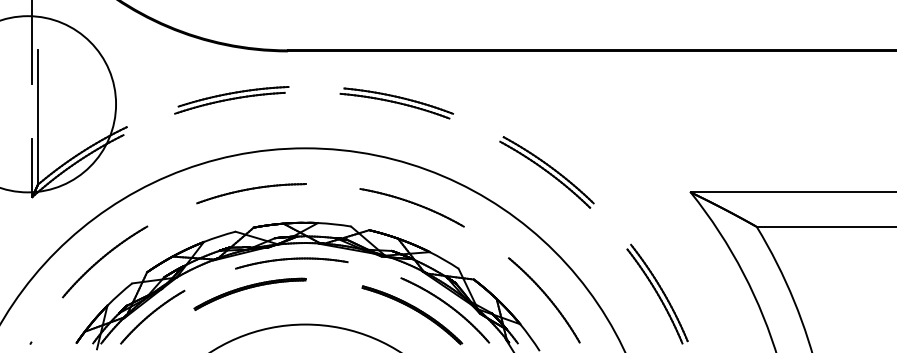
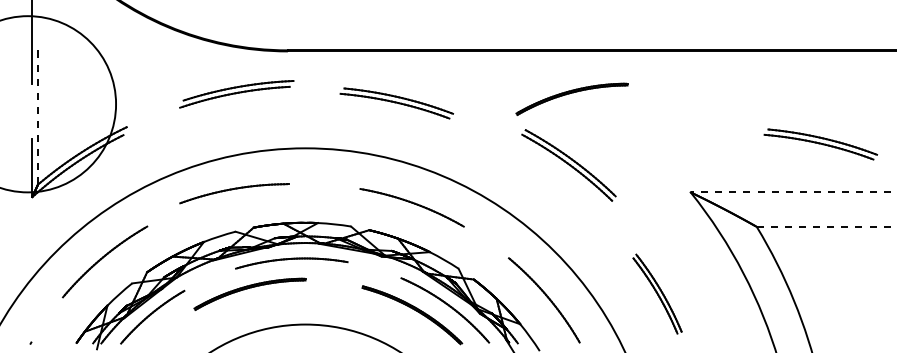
part at (571, 98): none -> present
part at (231, 100) position: (231, 100) -> (236, 94)
line at (38, 118): solid -> dashed
part at (820, 144): none -> present
part at (546, 172) position: (546, 172) -> (568, 165)
line at (793, 192): solid -> dashed
part at (251, 193) position: (251, 193) -> (234, 193)
line at (826, 226): solid -> dashed
part at (657, 293) size: 63x102 px -> 51x82 px
